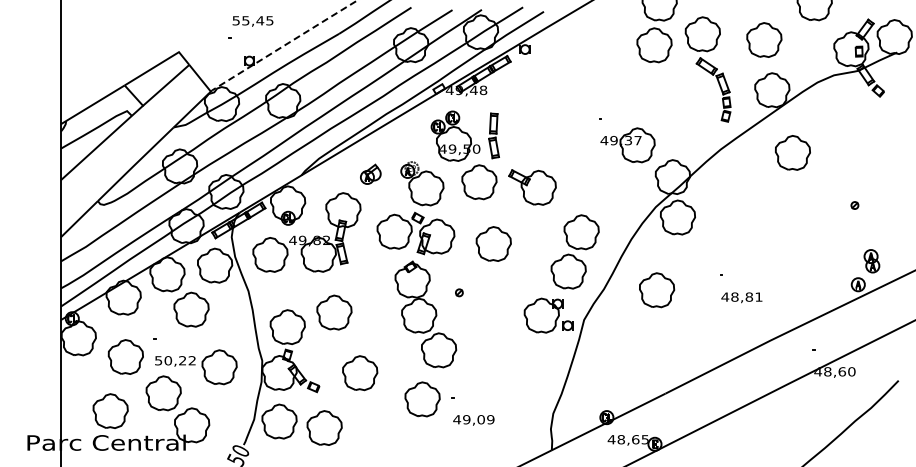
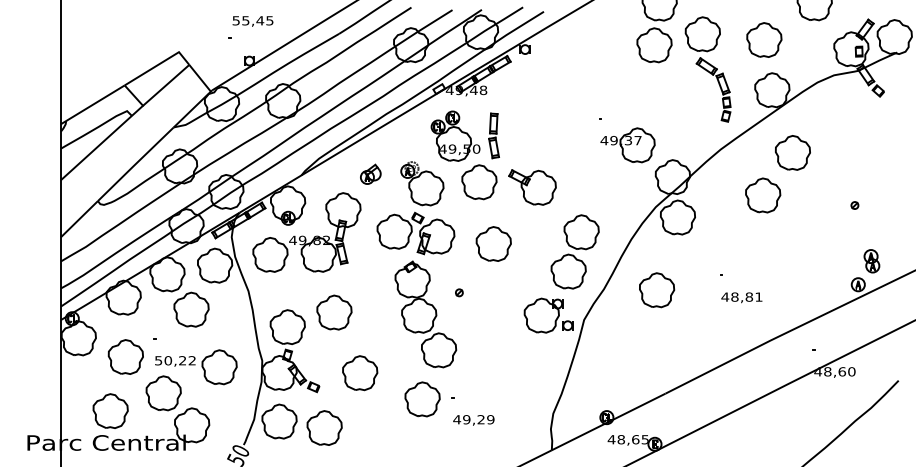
line at (285, 45): dashed -> solid
part at (763, 195): none -> present
text at (480, 419): 49,09 -> 49,29
